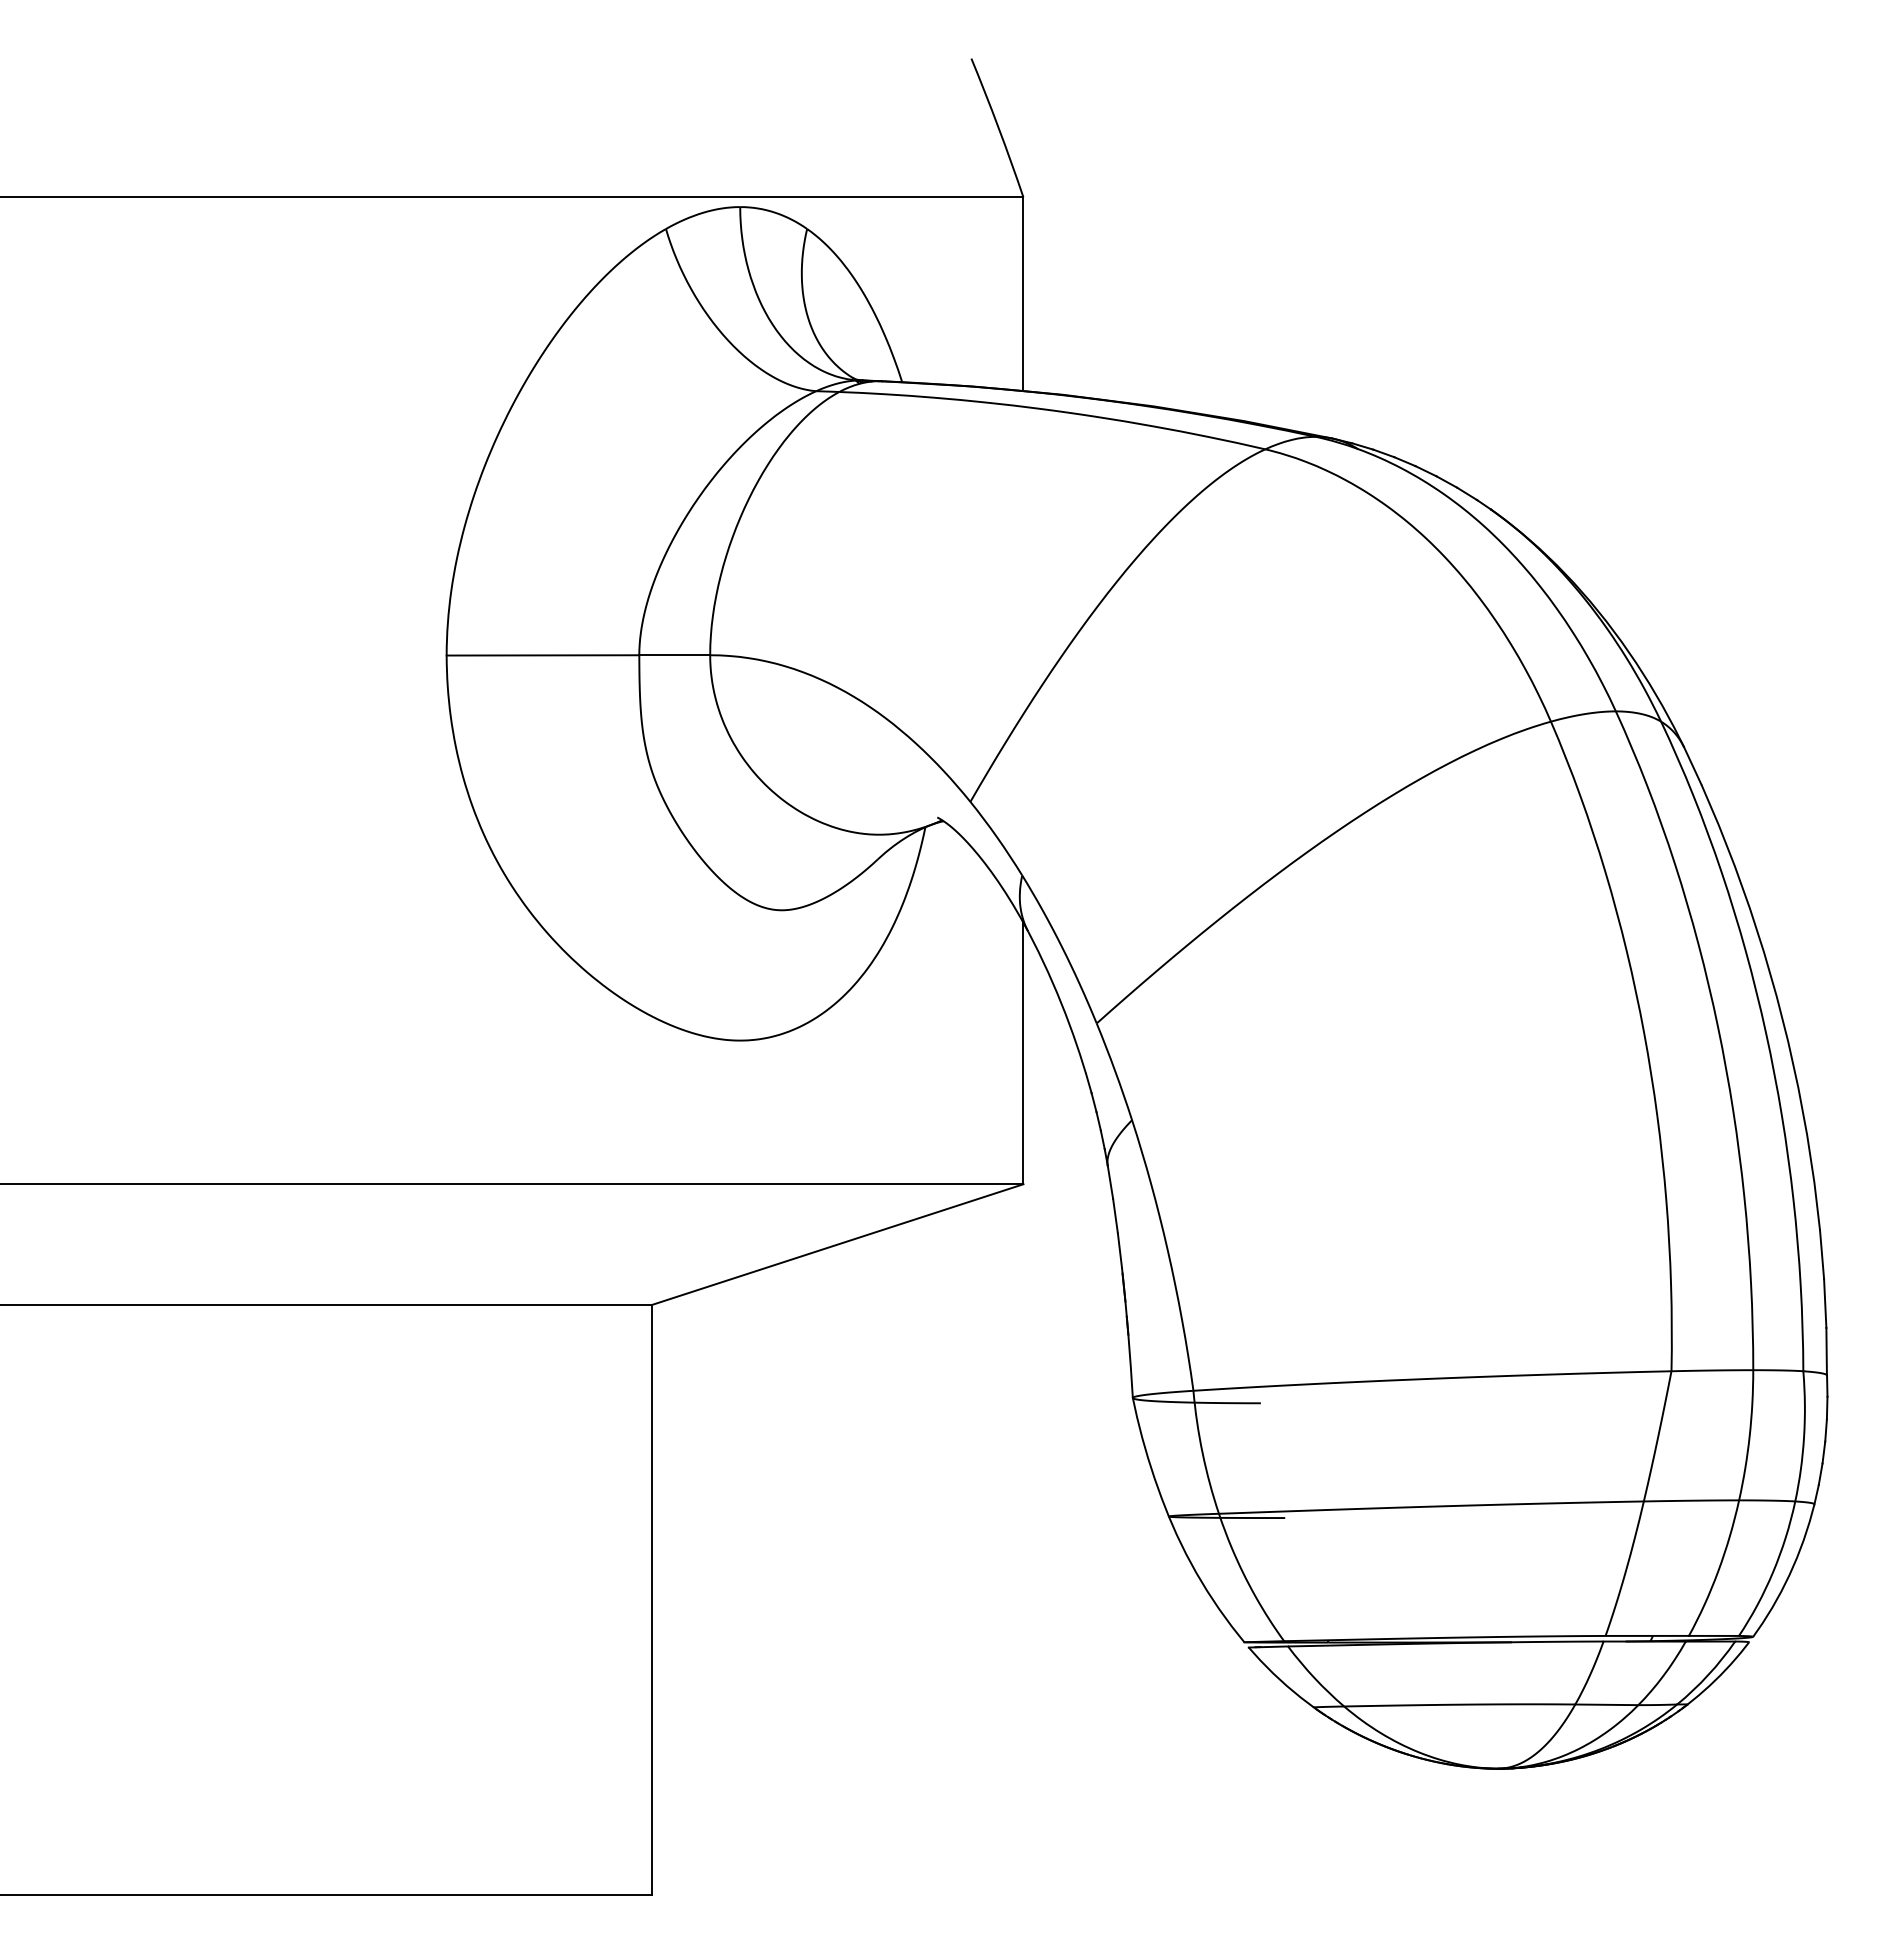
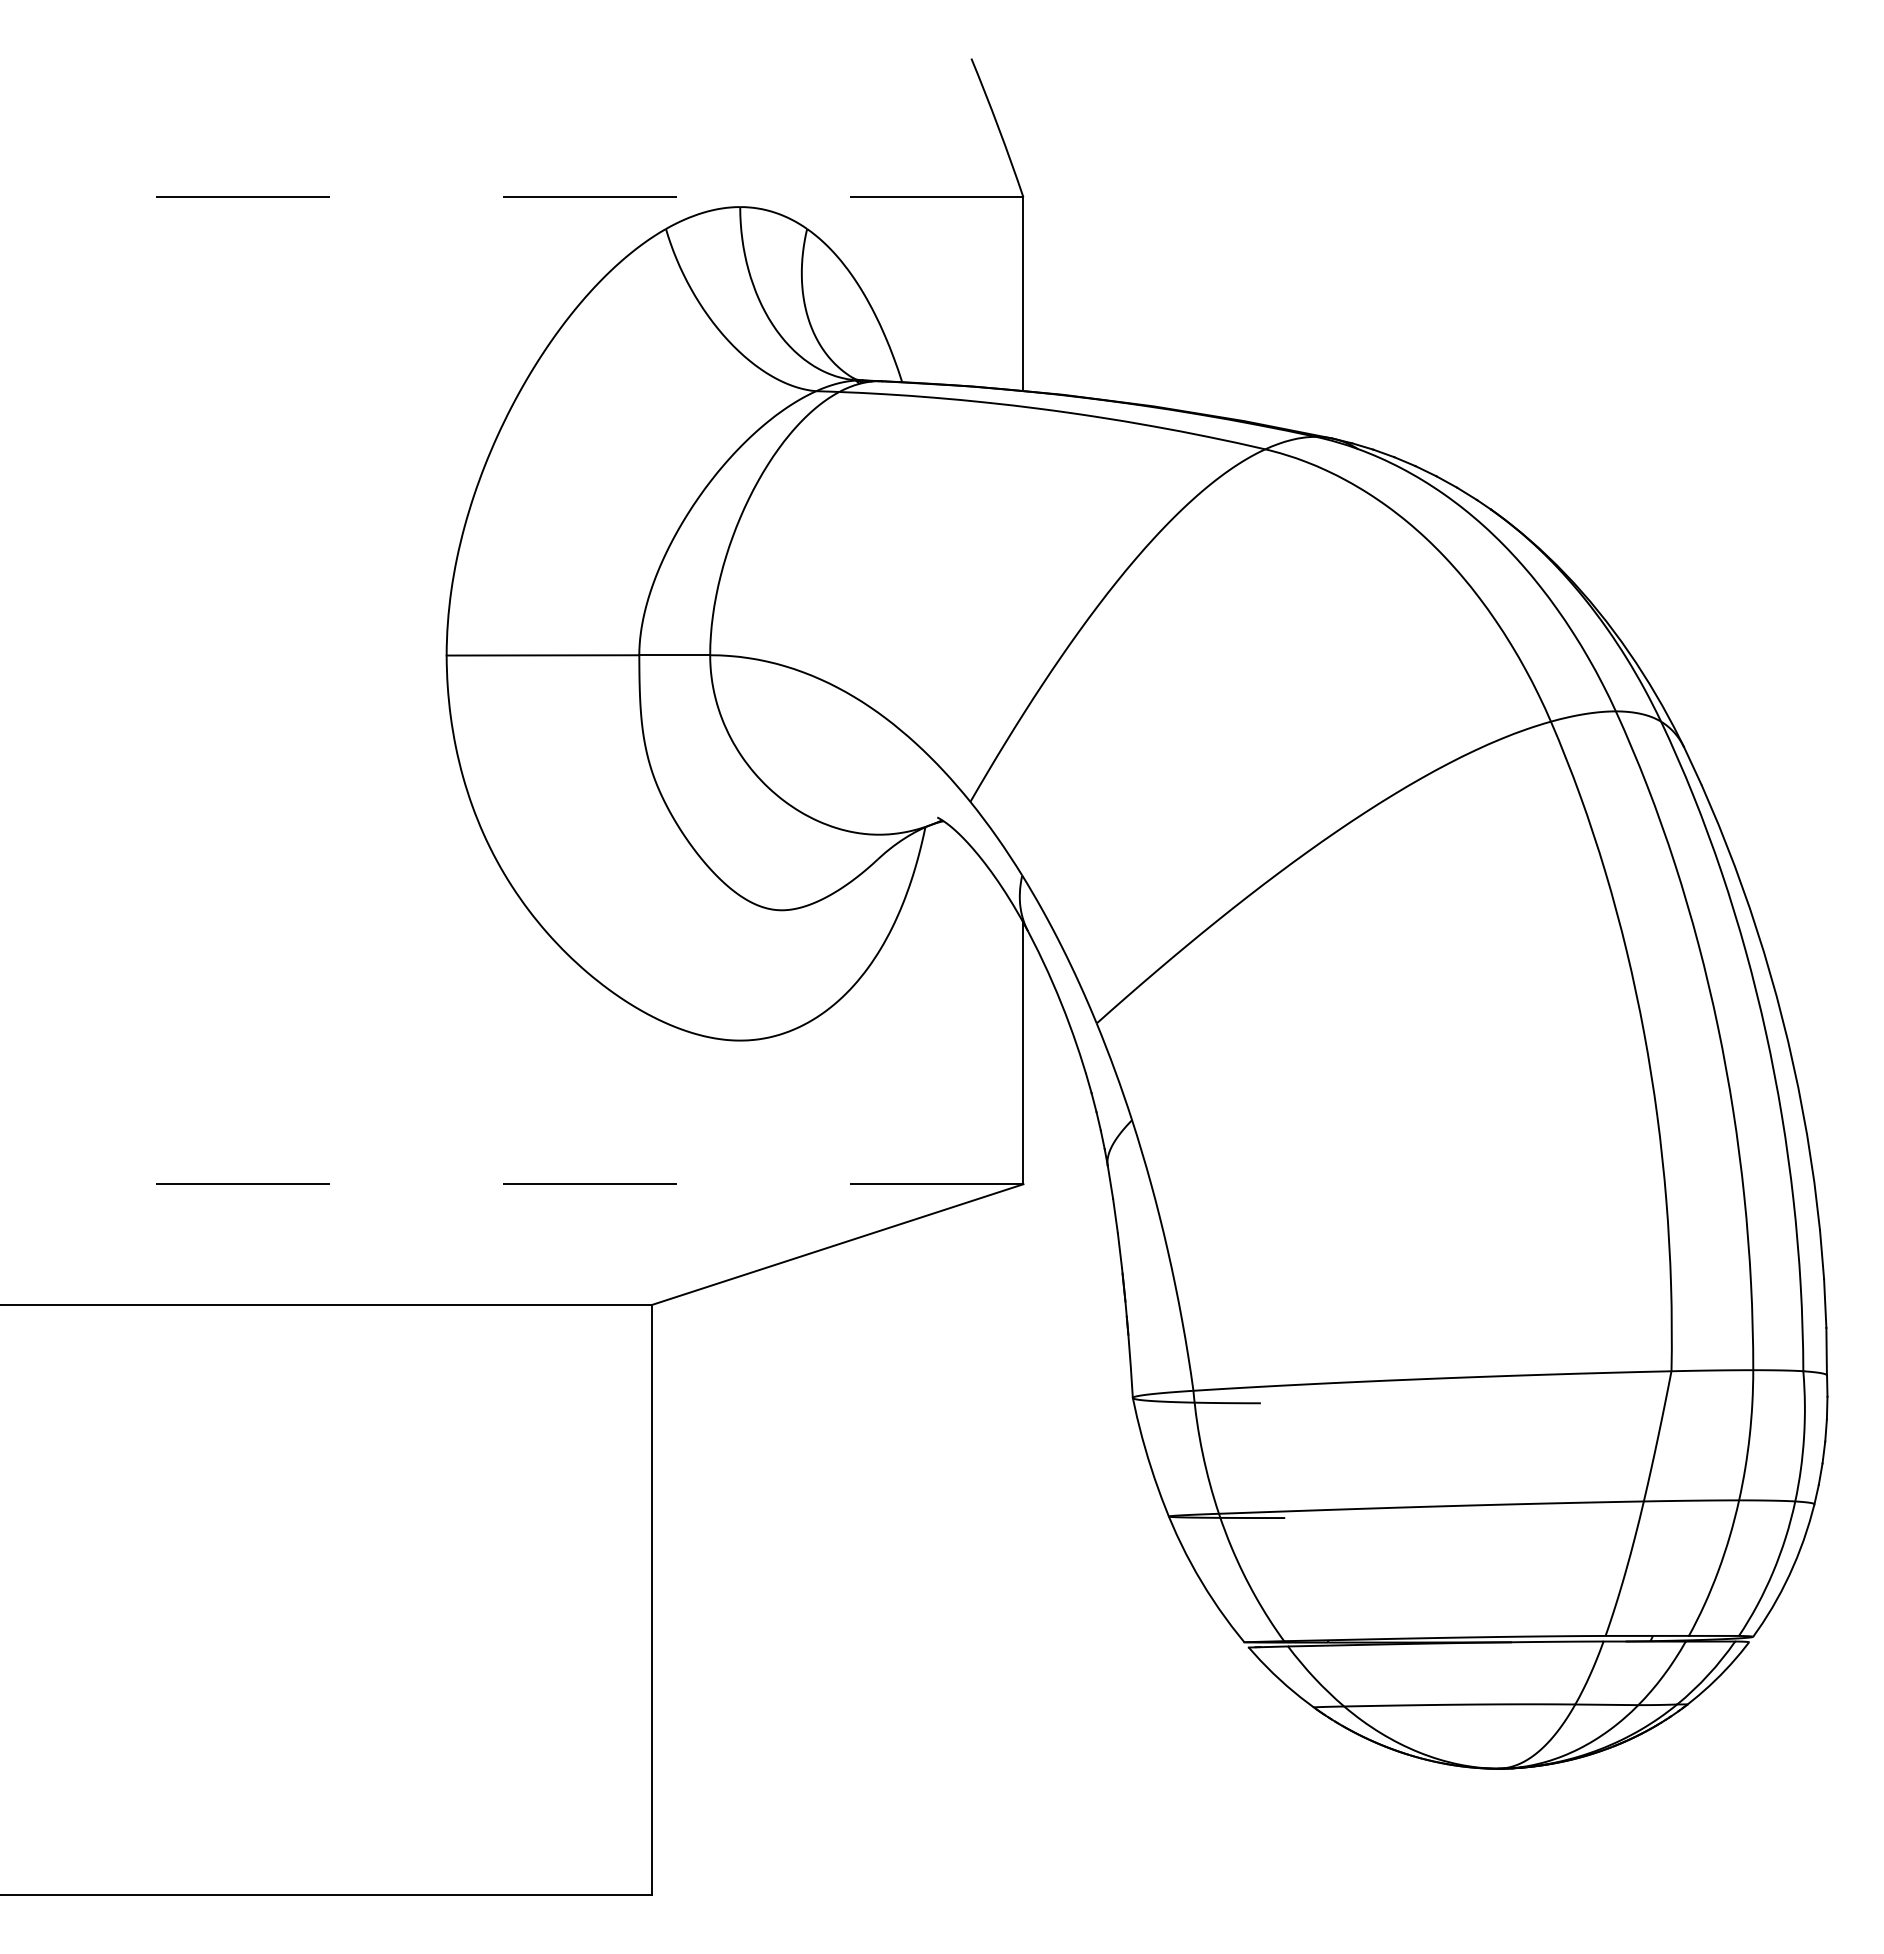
line at (511, 197): solid -> dashed
line at (511, 1184): solid -> dashed
